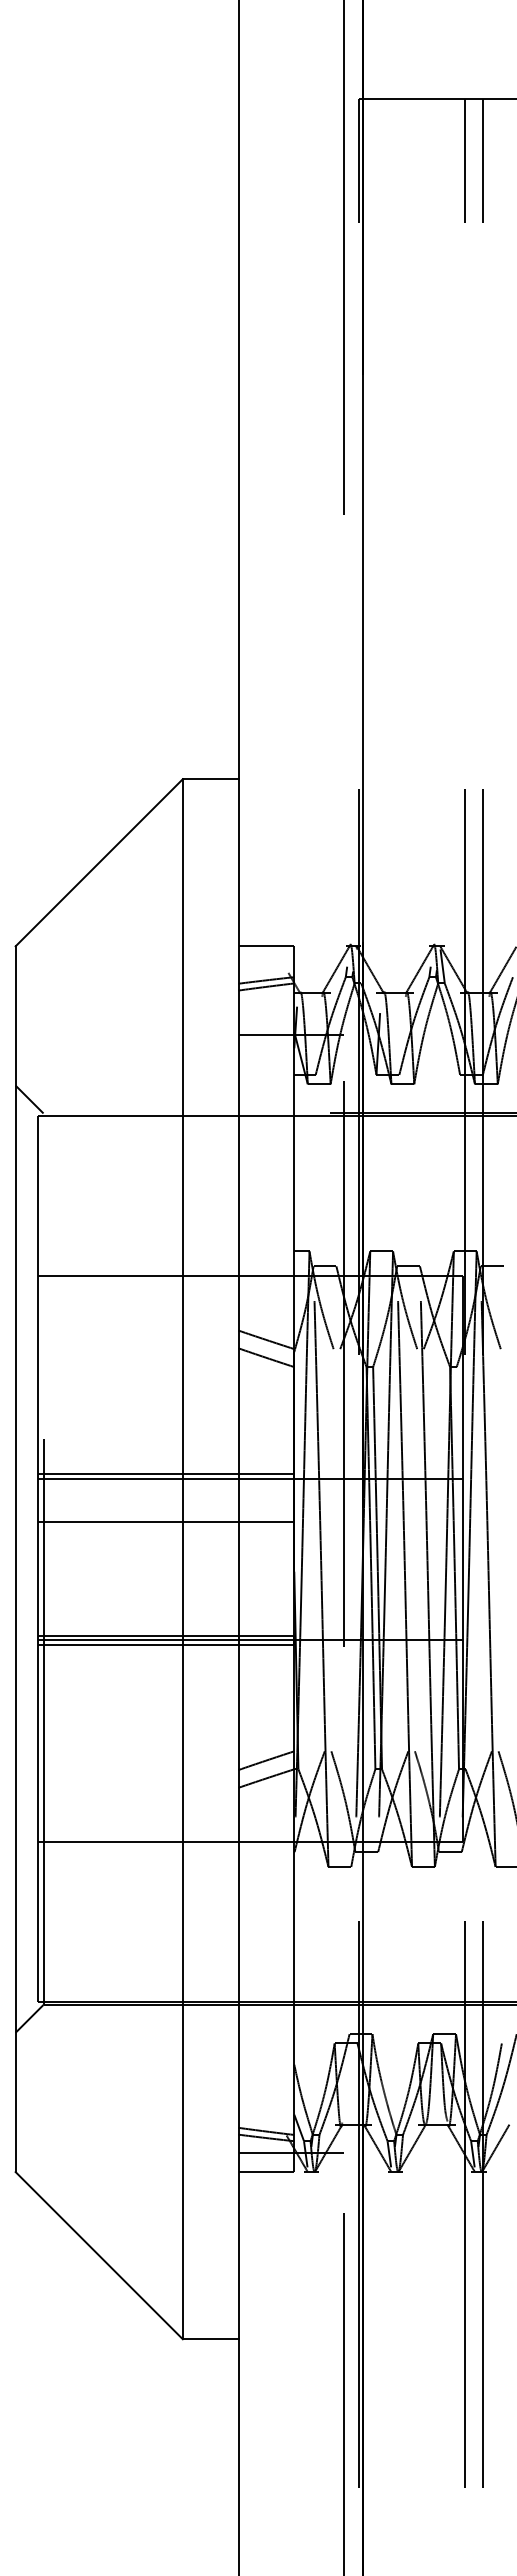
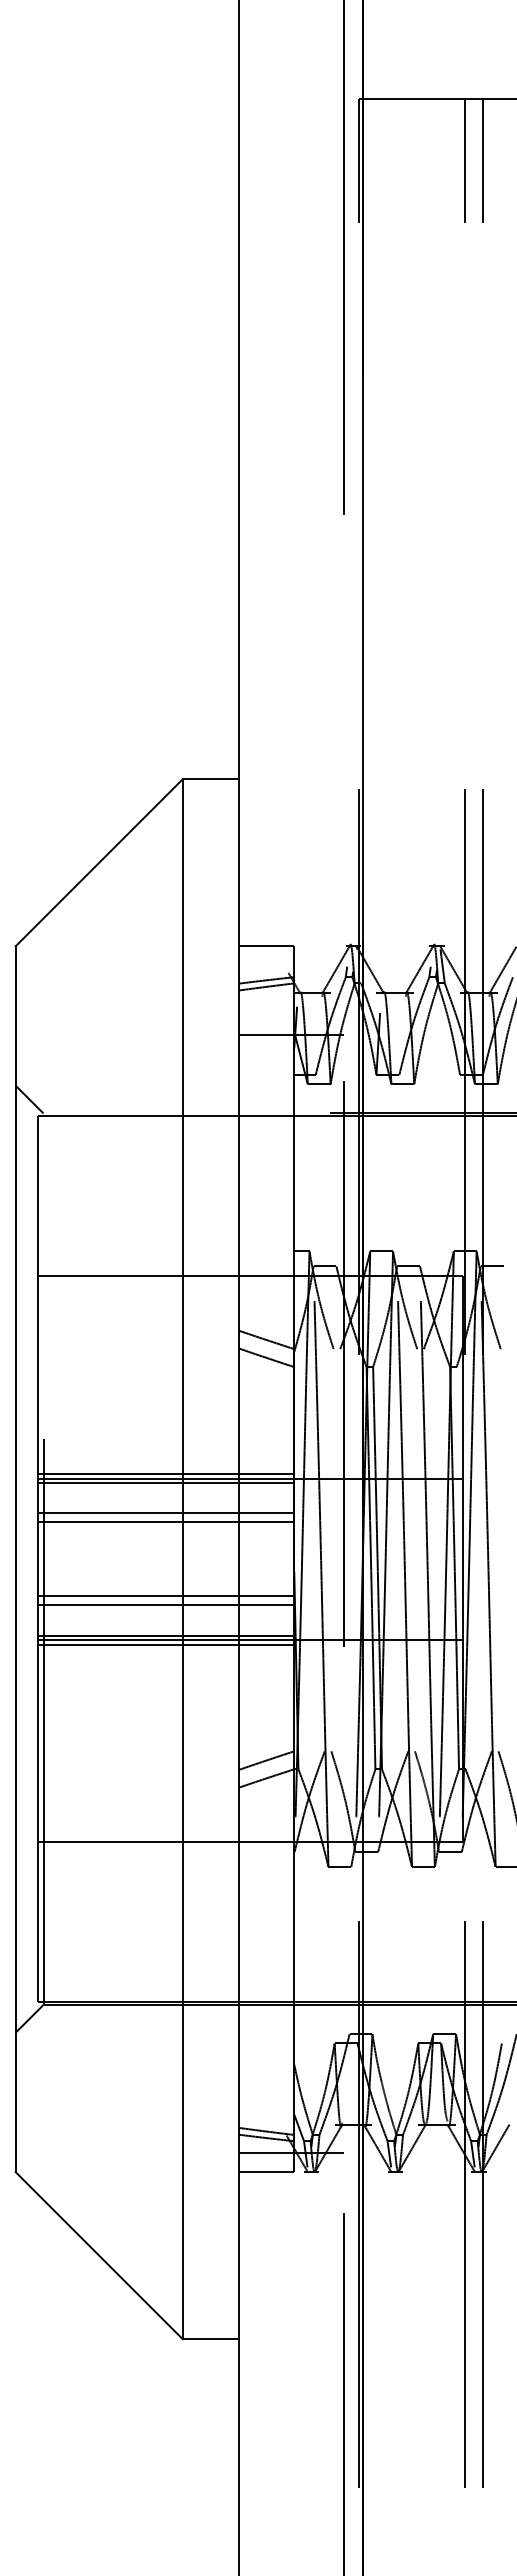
line at (165, 1482): none -> present
line at (165, 1513): none -> present
line at (165, 1596): none -> present
line at (165, 1605): none -> present
